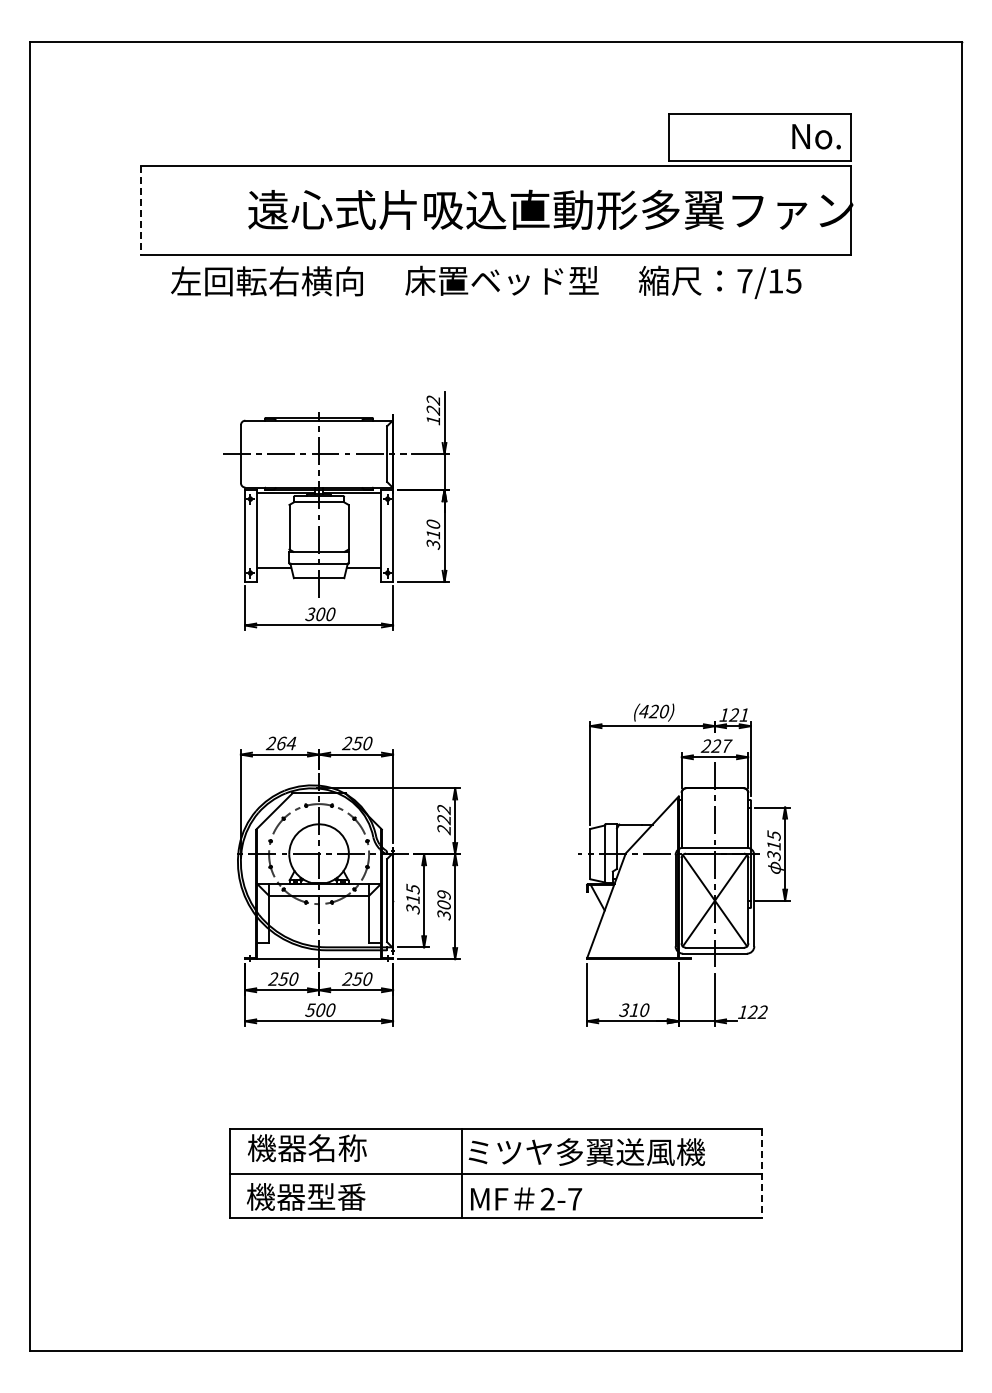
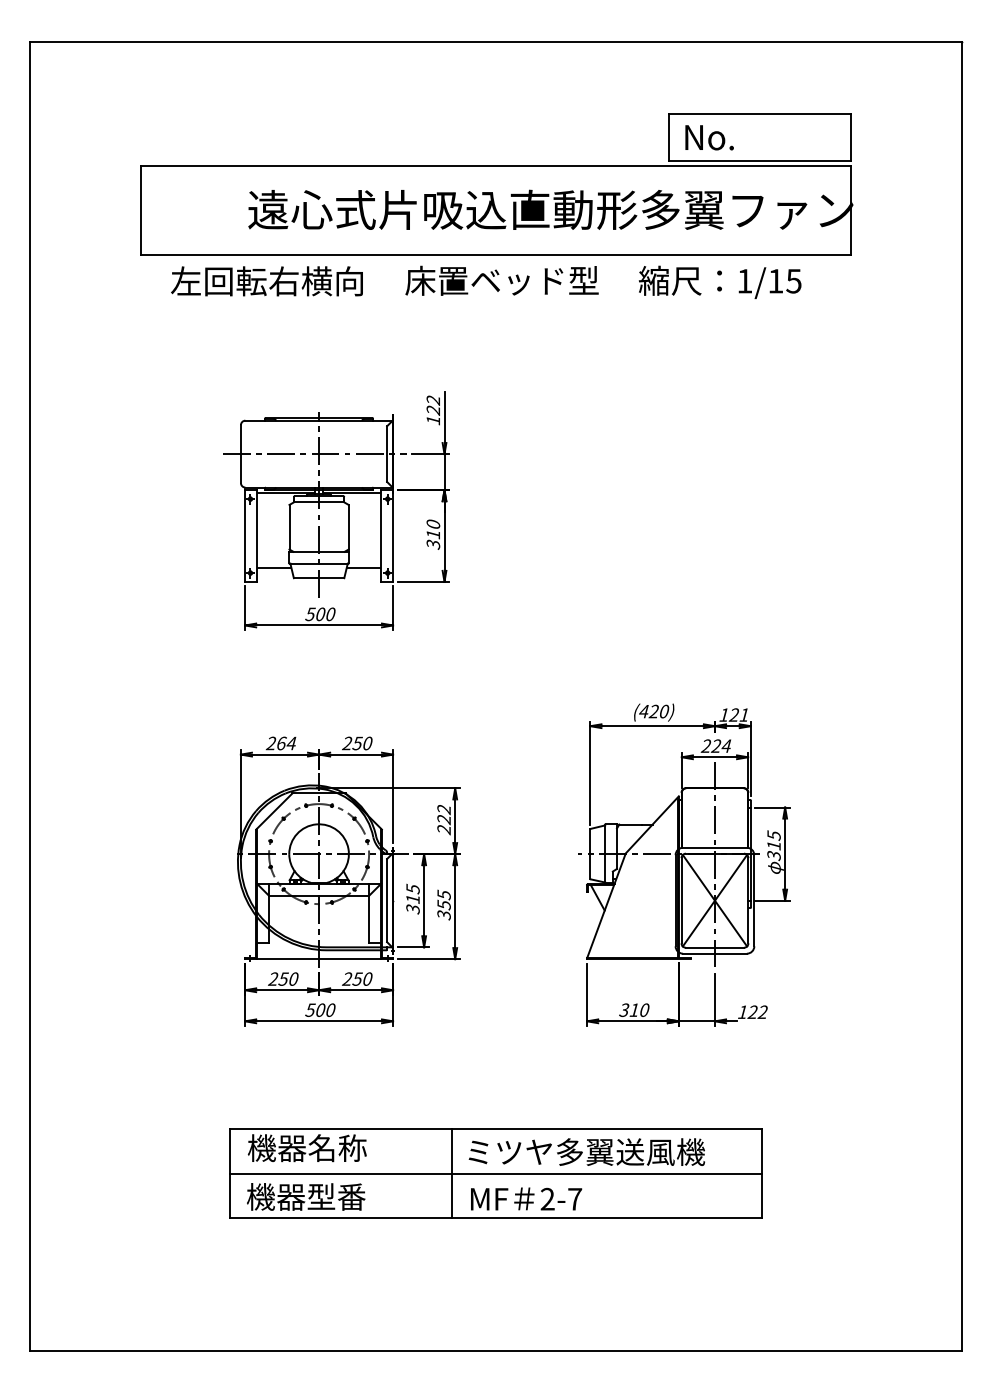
text at (816, 136) position: (816, 136) -> (709, 137)
line at (140, 211): dashed -> solid
text at (744, 281): 7/15 -> 1/15
text at (311, 613): 300 -> 500
text at (726, 745): 227 -> 224
text at (443, 899): 309 -> 355
line at (461, 1173) position: (461, 1173) -> (451, 1173)
line at (762, 1174): dashed -> solid
